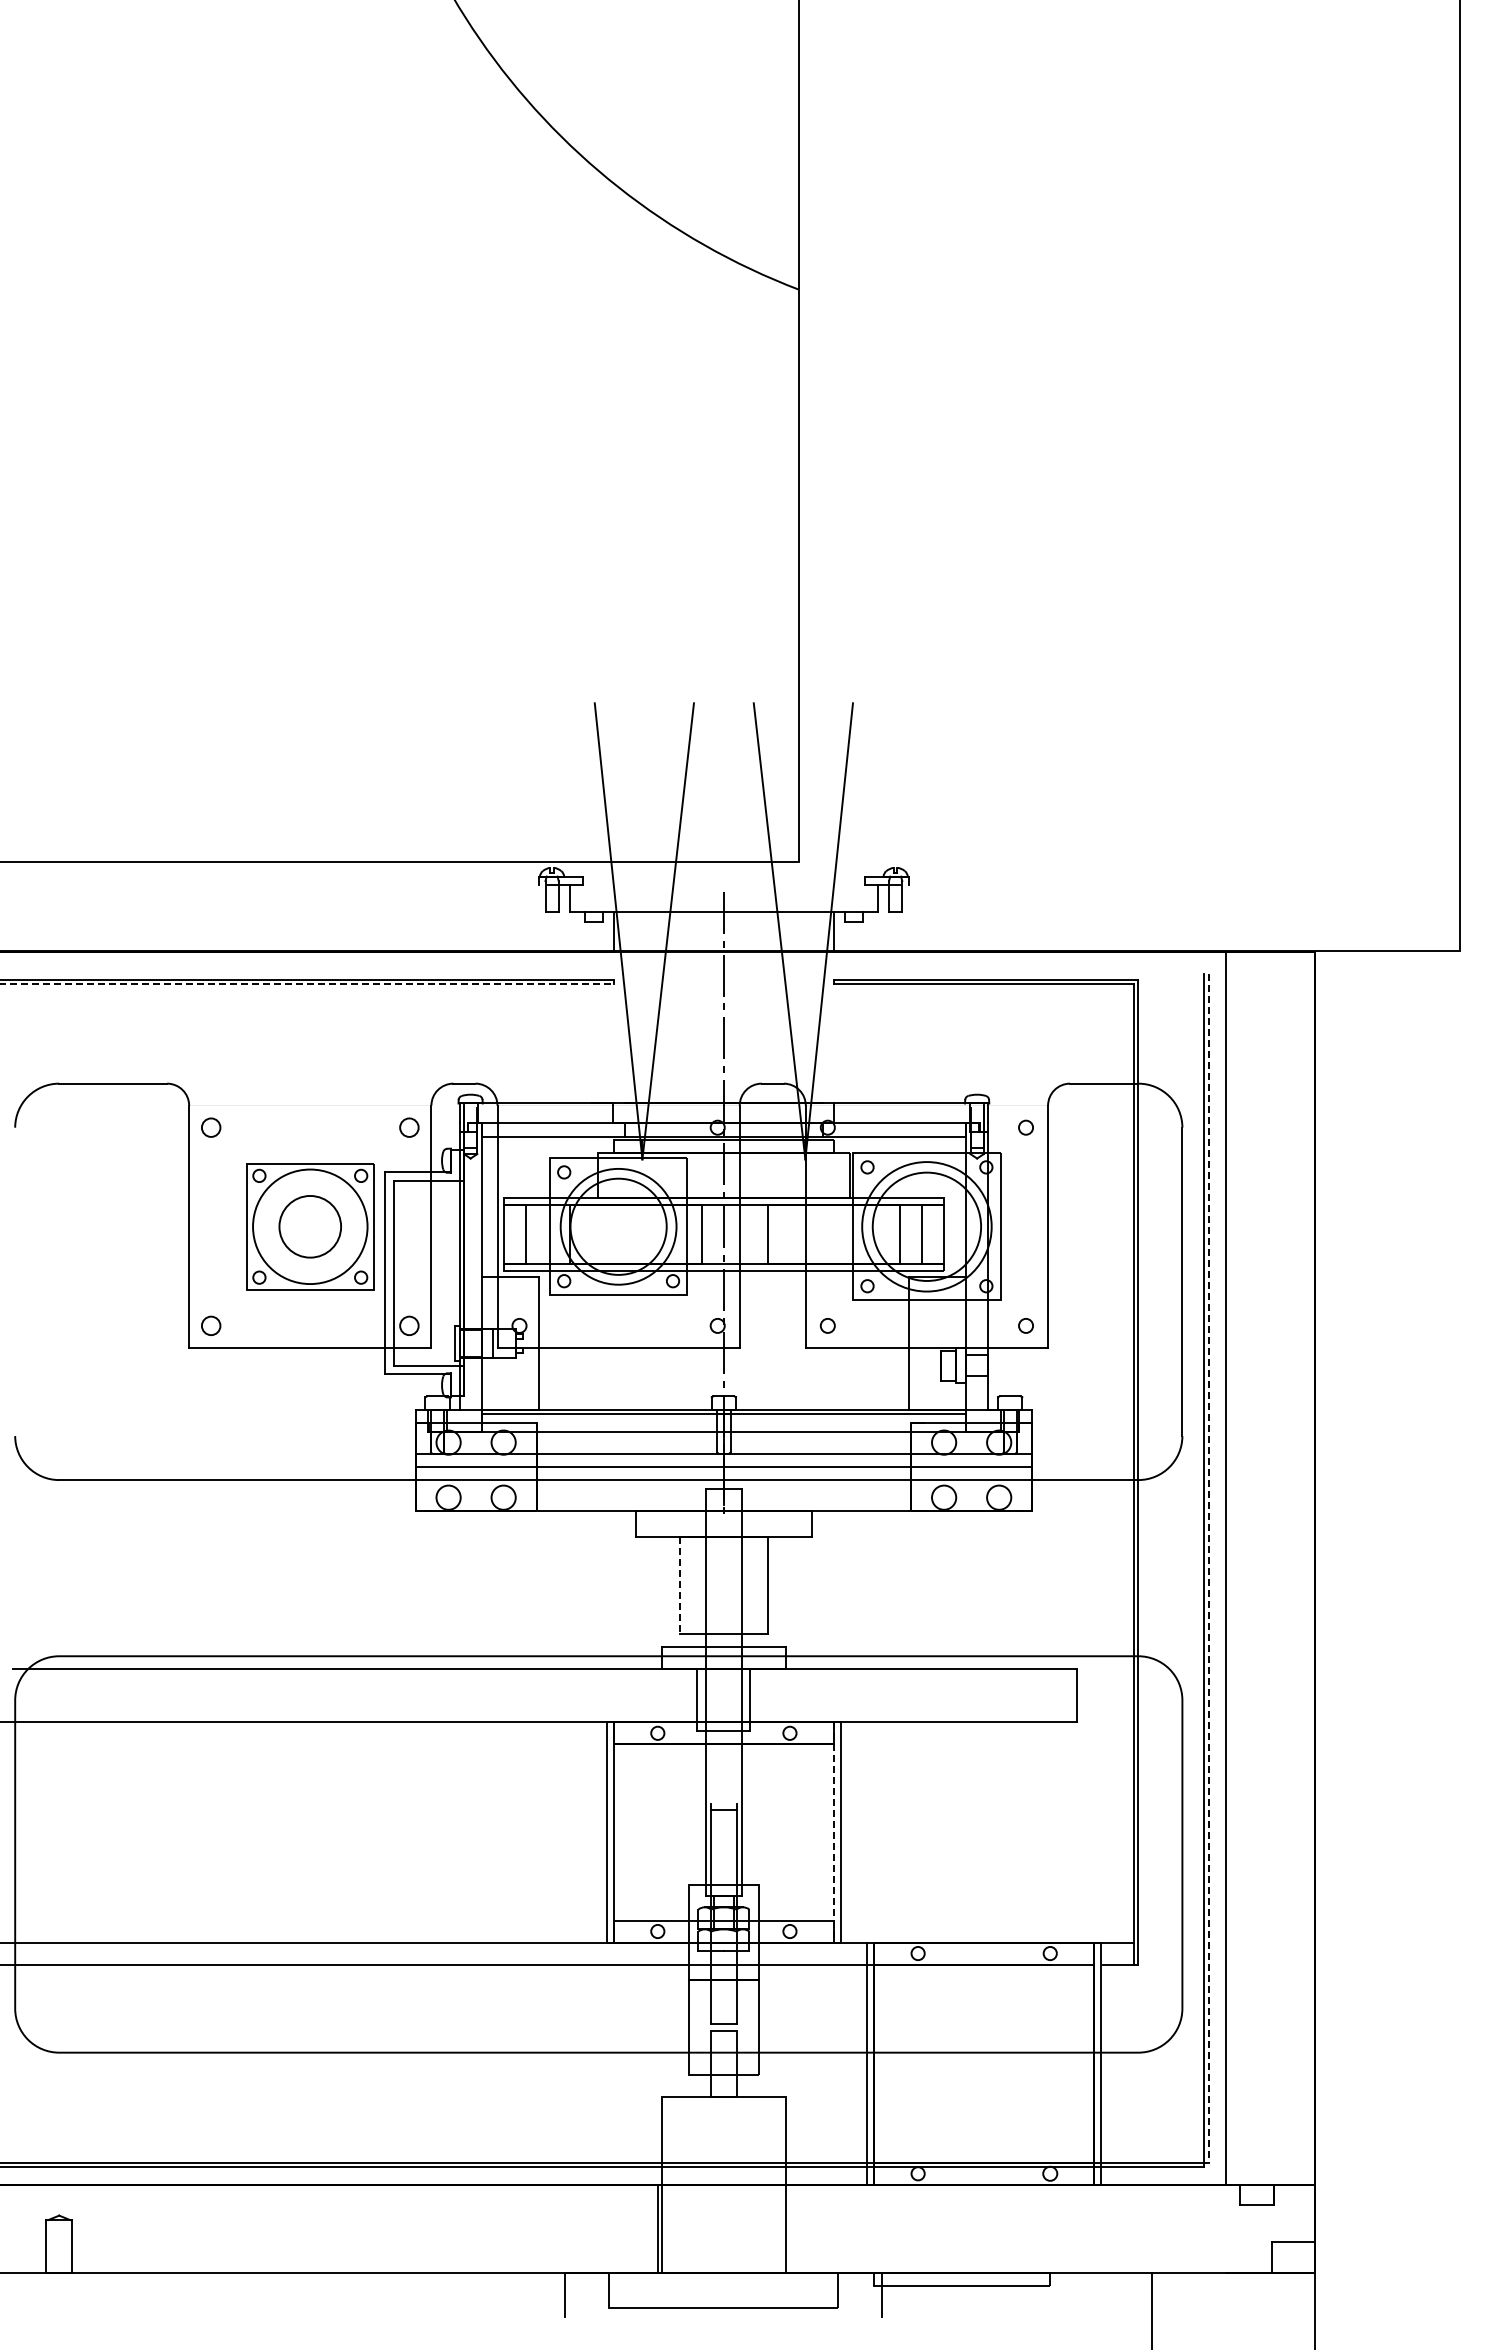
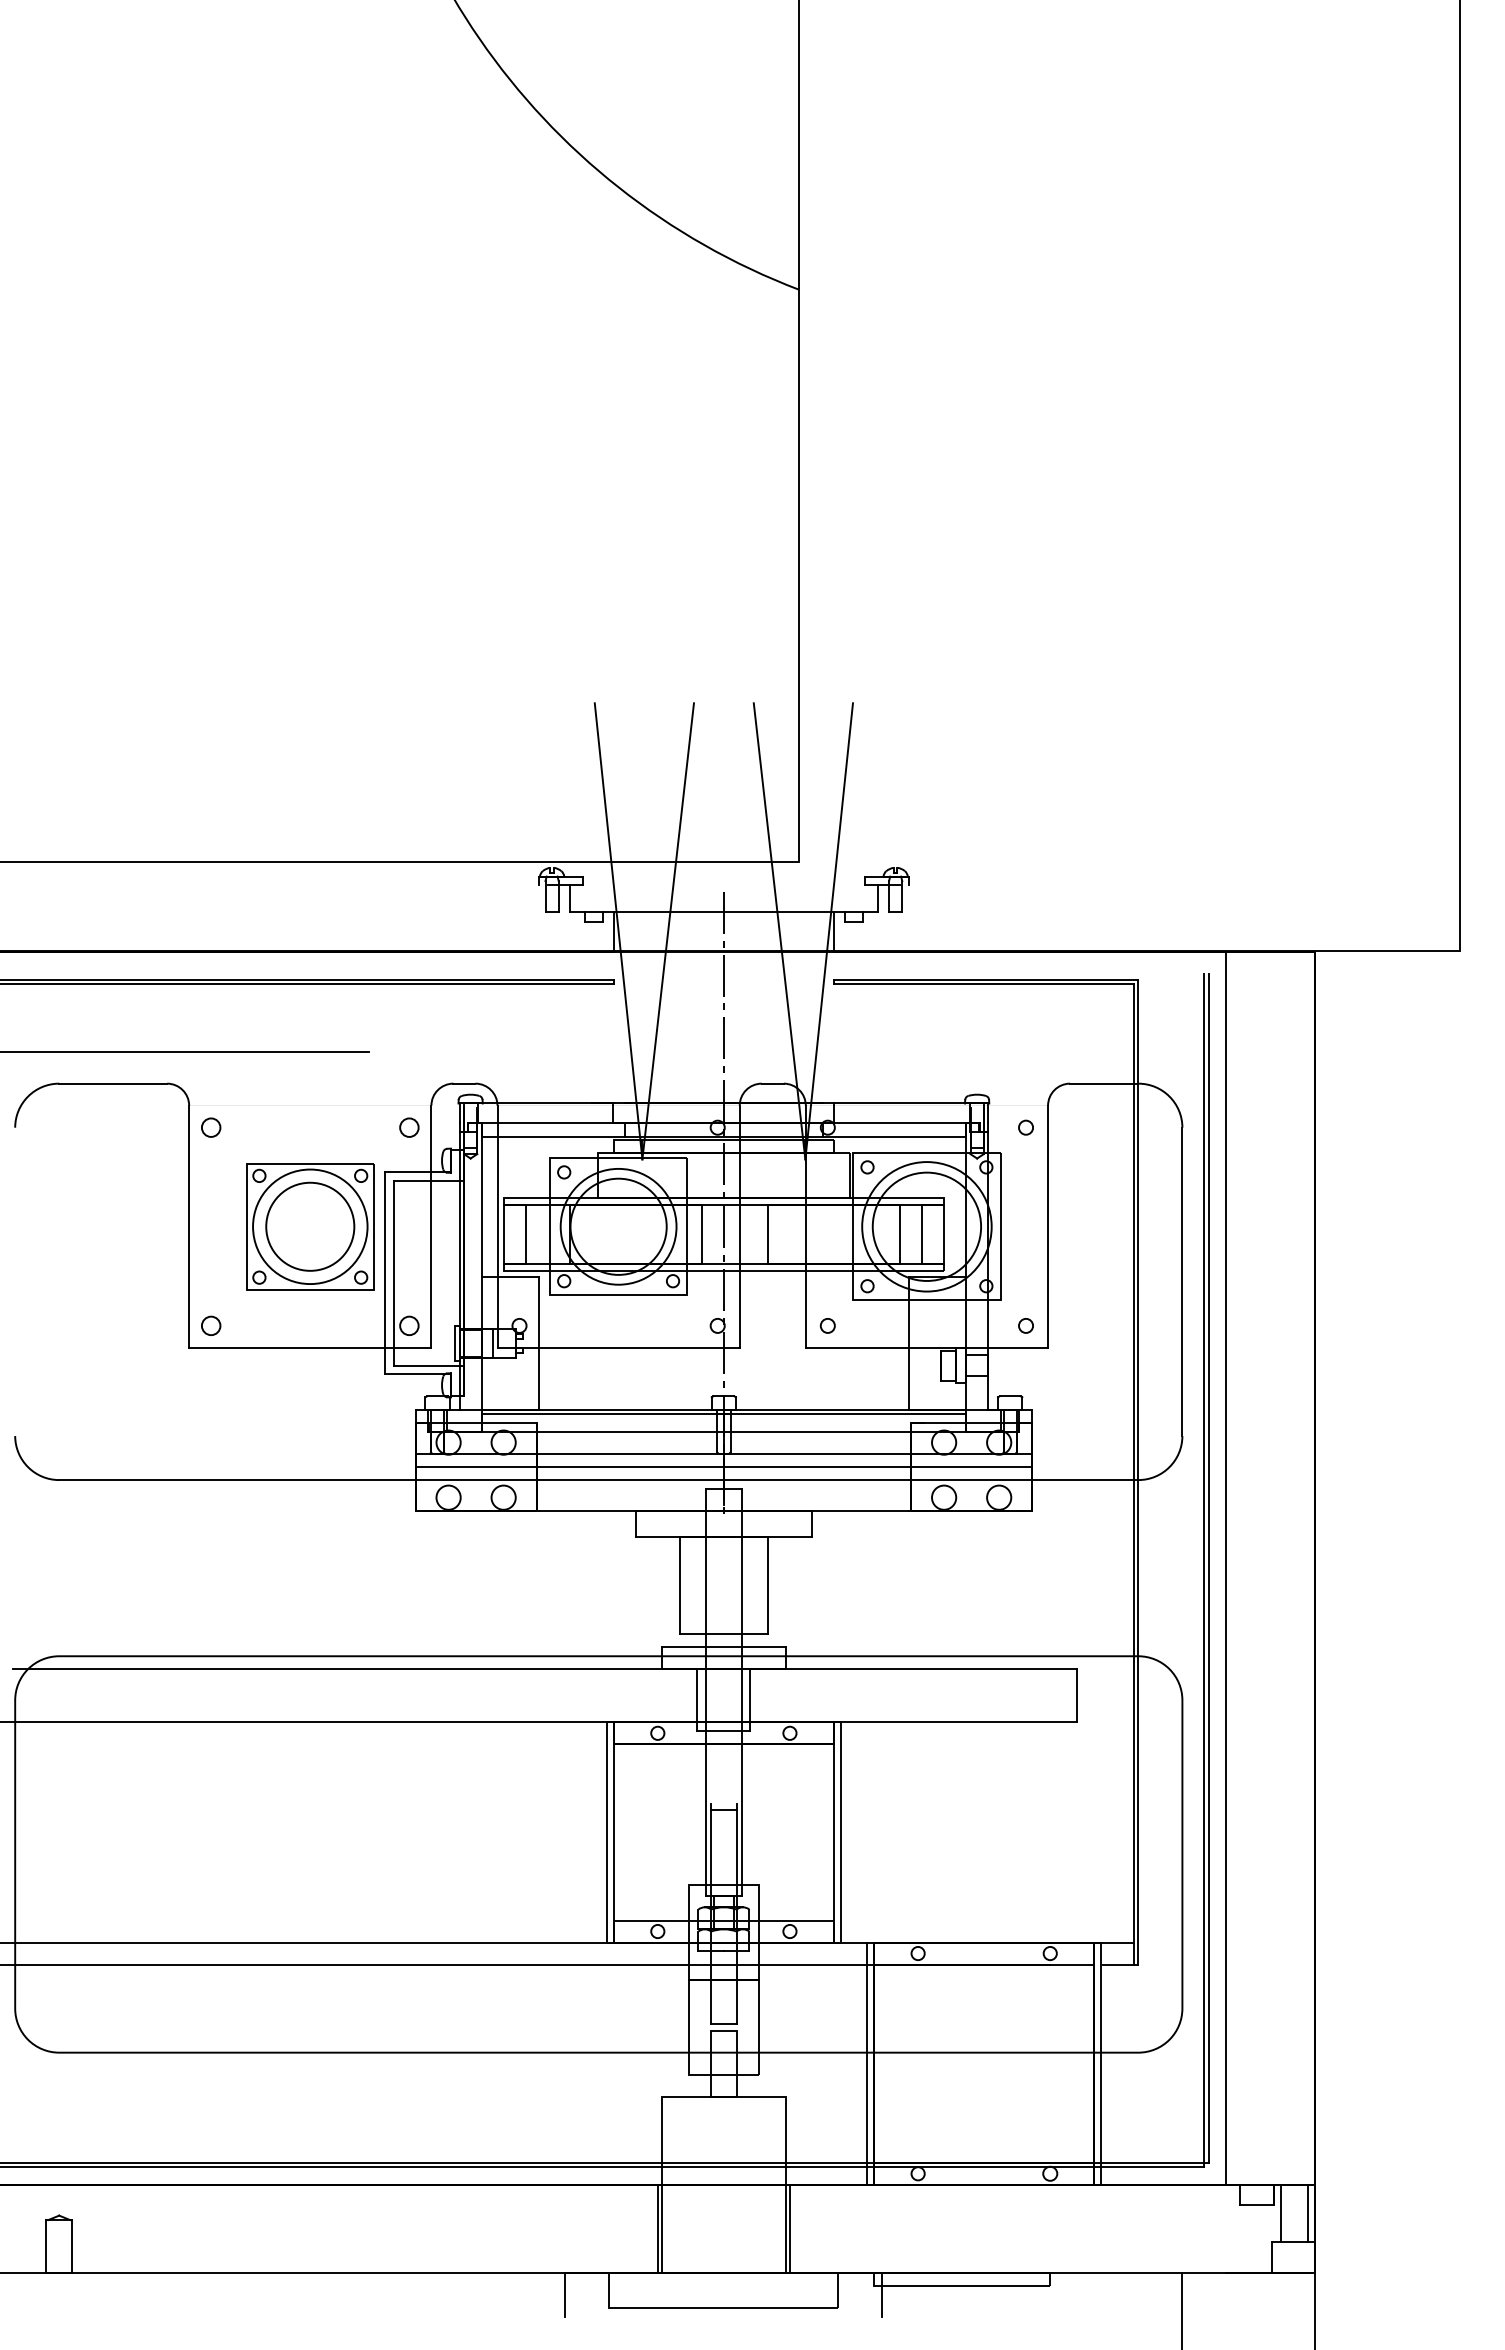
line at (306, 984): dashed -> solid
line at (185, 1051): none -> present
circle at (310, 1226) diameter: 62 px -> 88 px
line at (1208, 1568): dashed -> solid
line at (679, 1586): dashed -> solid
line at (834, 1832): dashed -> solid
line at (1280, 2213): none -> present
line at (1307, 2213): none -> present
line at (789, 2228): none -> present
line at (1152, 2309) position: (1152, 2309) -> (1182, 2309)
